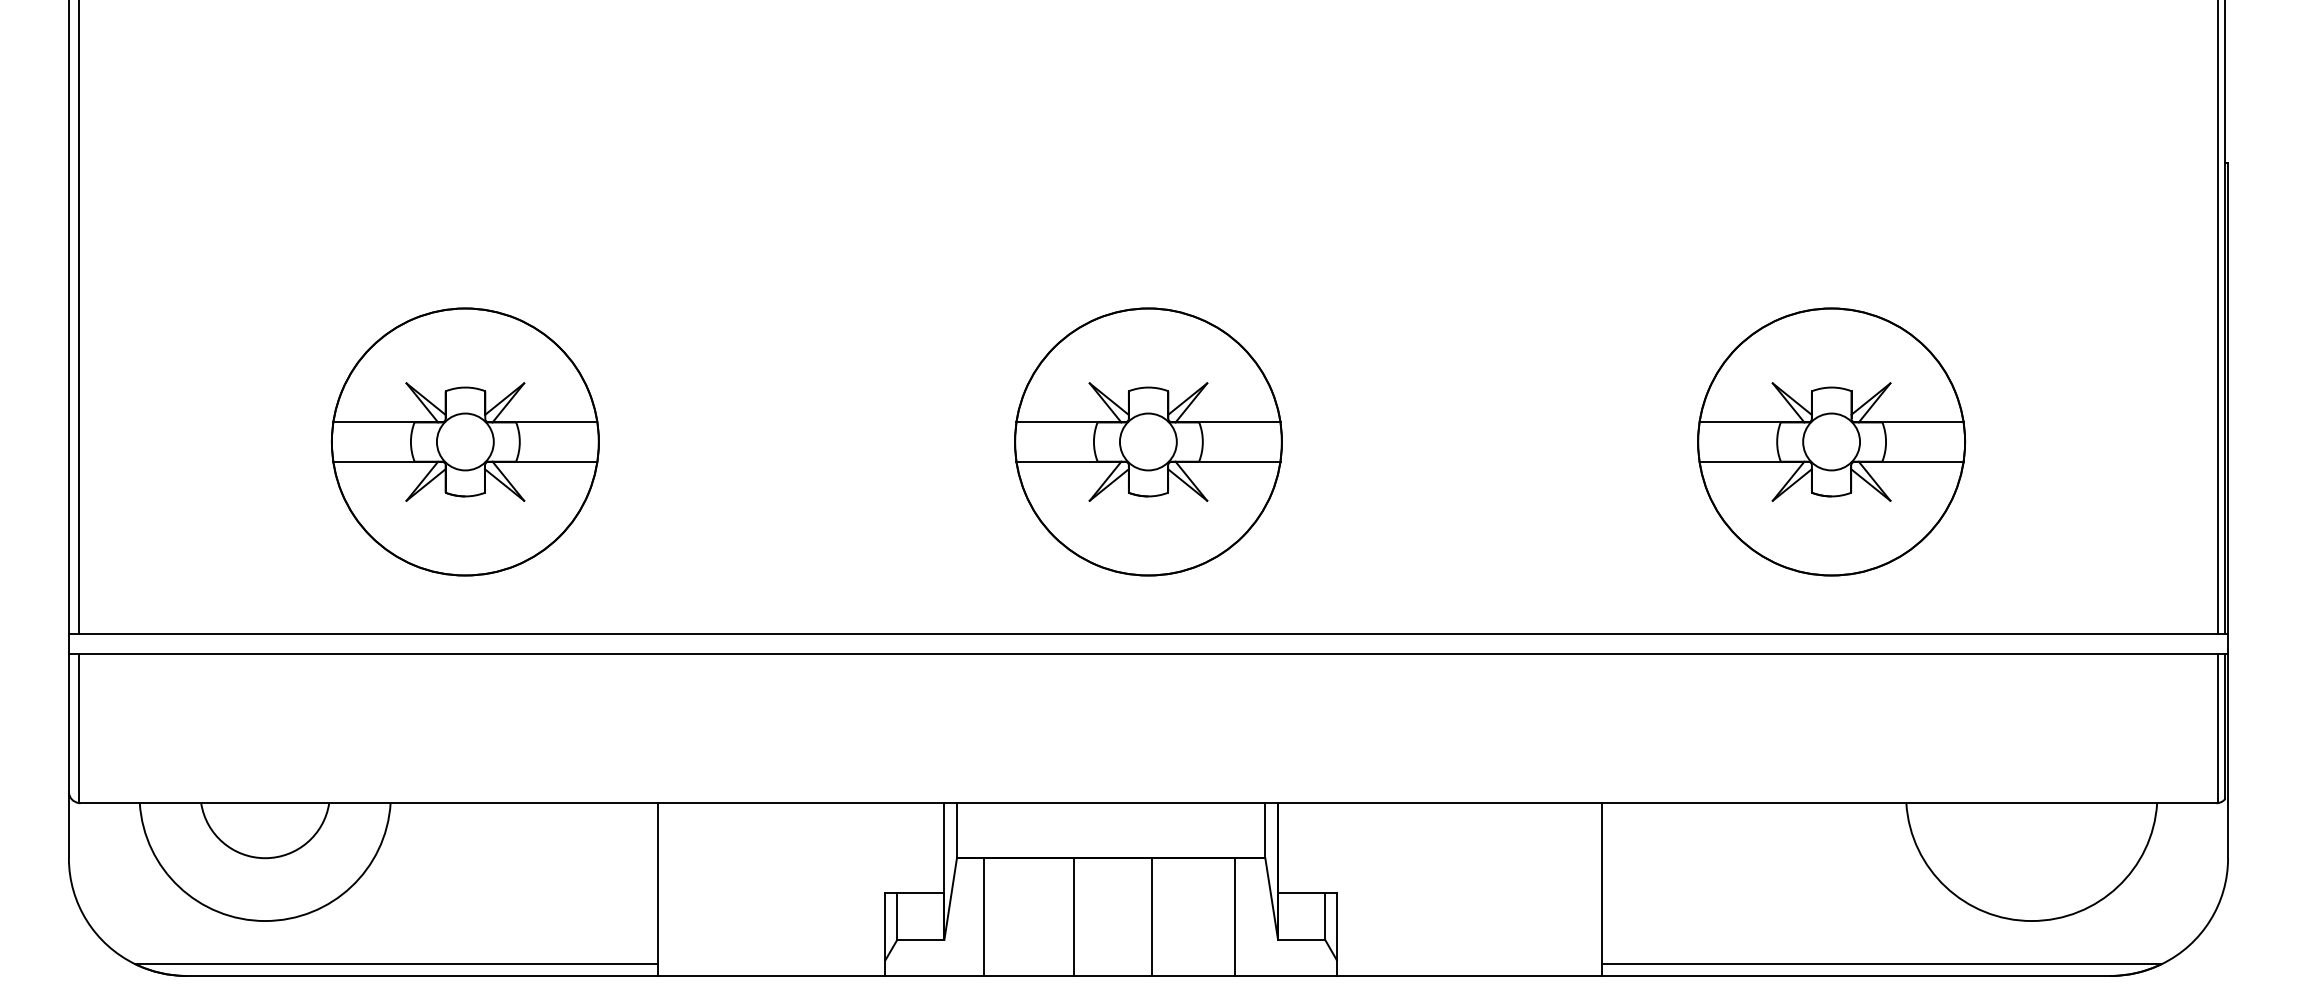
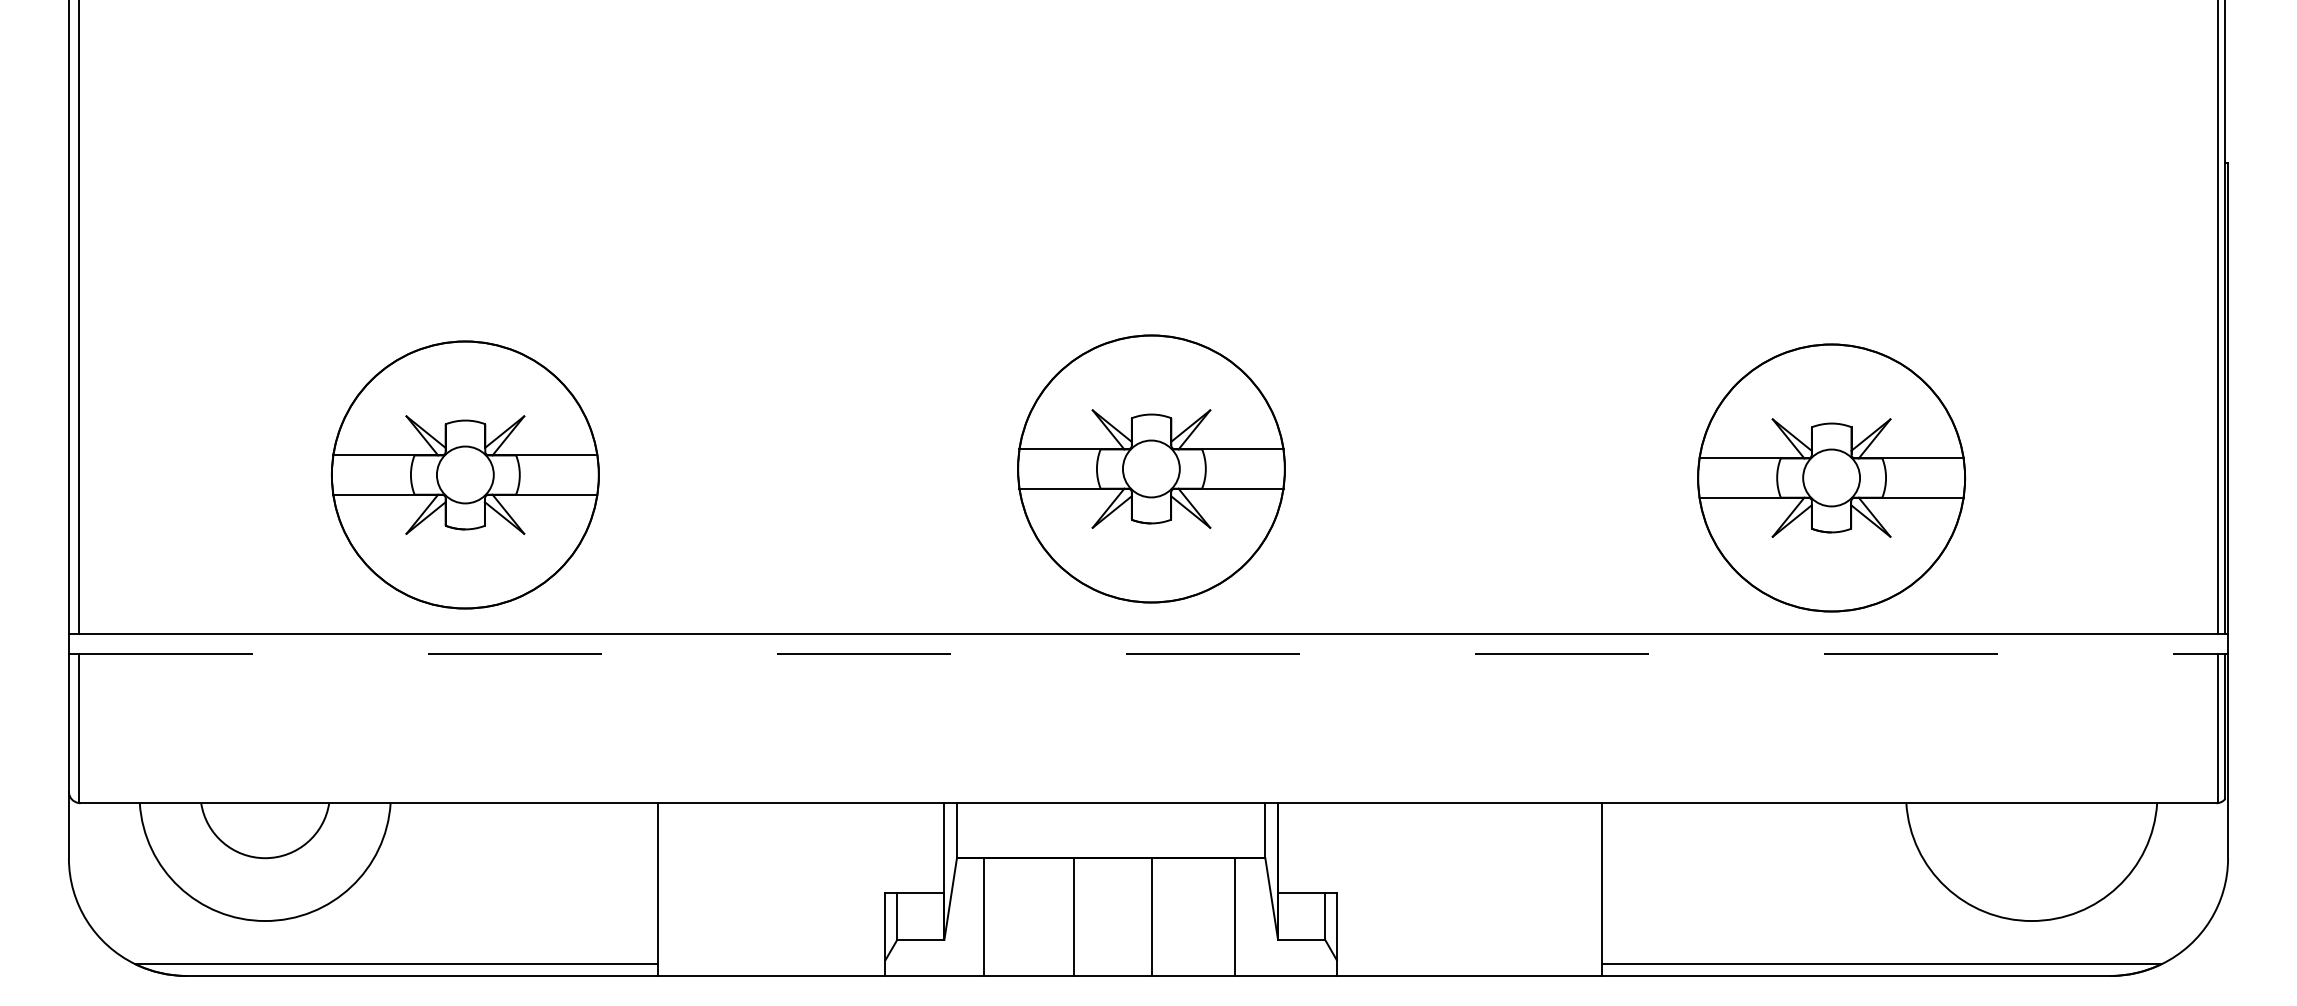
part at (465, 441) position: (465, 441) -> (465, 474)
part at (1148, 441) position: (1148, 441) -> (1151, 468)
part at (1831, 441) position: (1831, 441) -> (1831, 477)
line at (1148, 654): solid -> dashed
